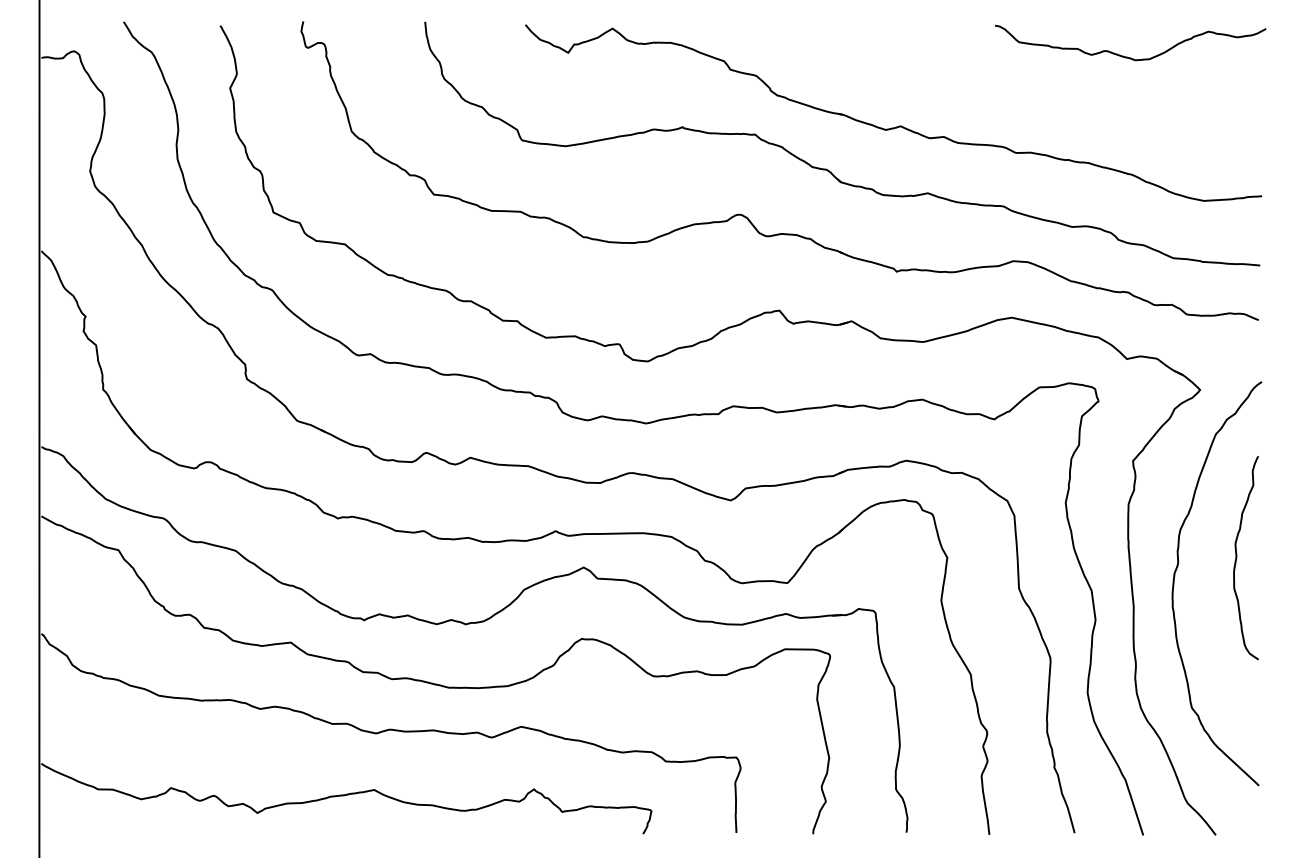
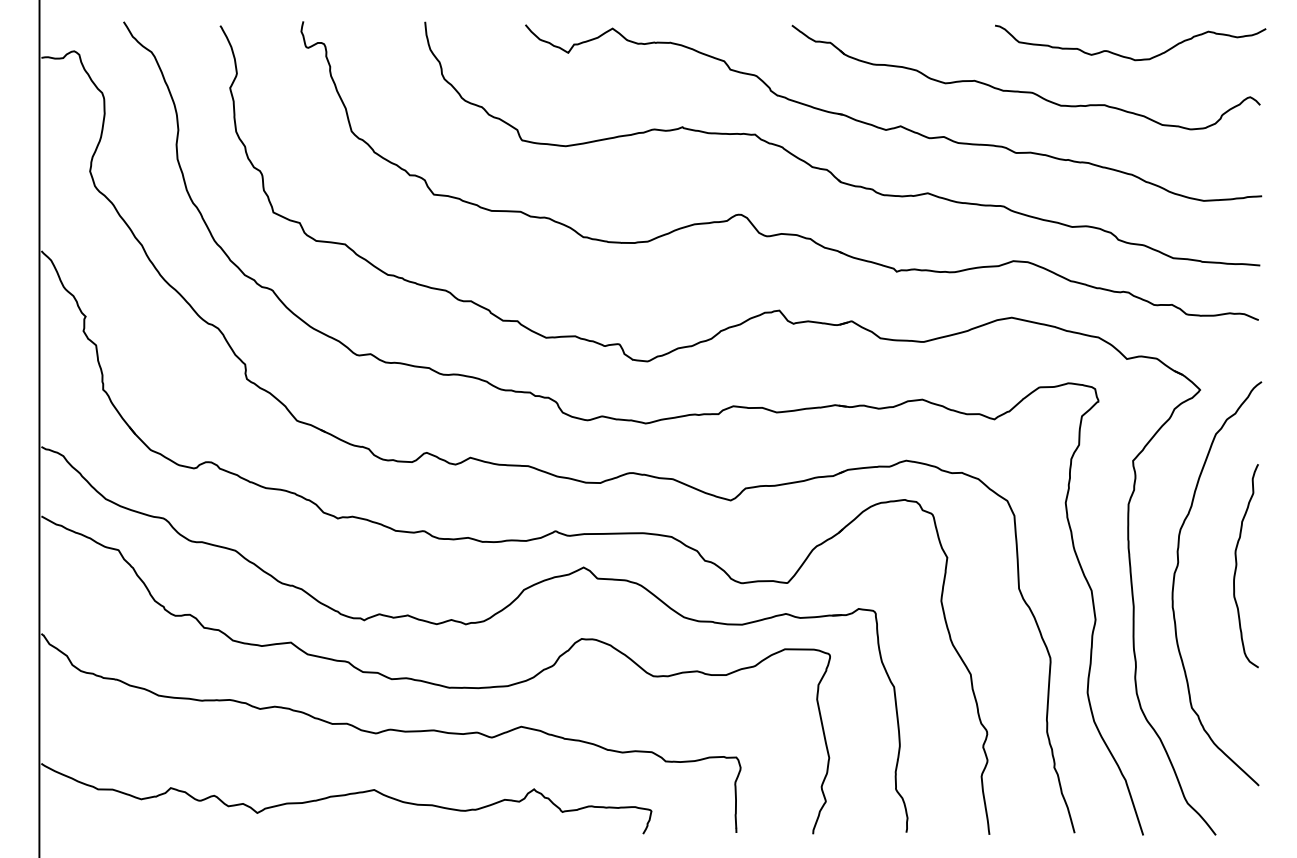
part at (1025, 91): none -> present
curve at (1237, 558) position: (1237, 558) -> (1237, 566)
